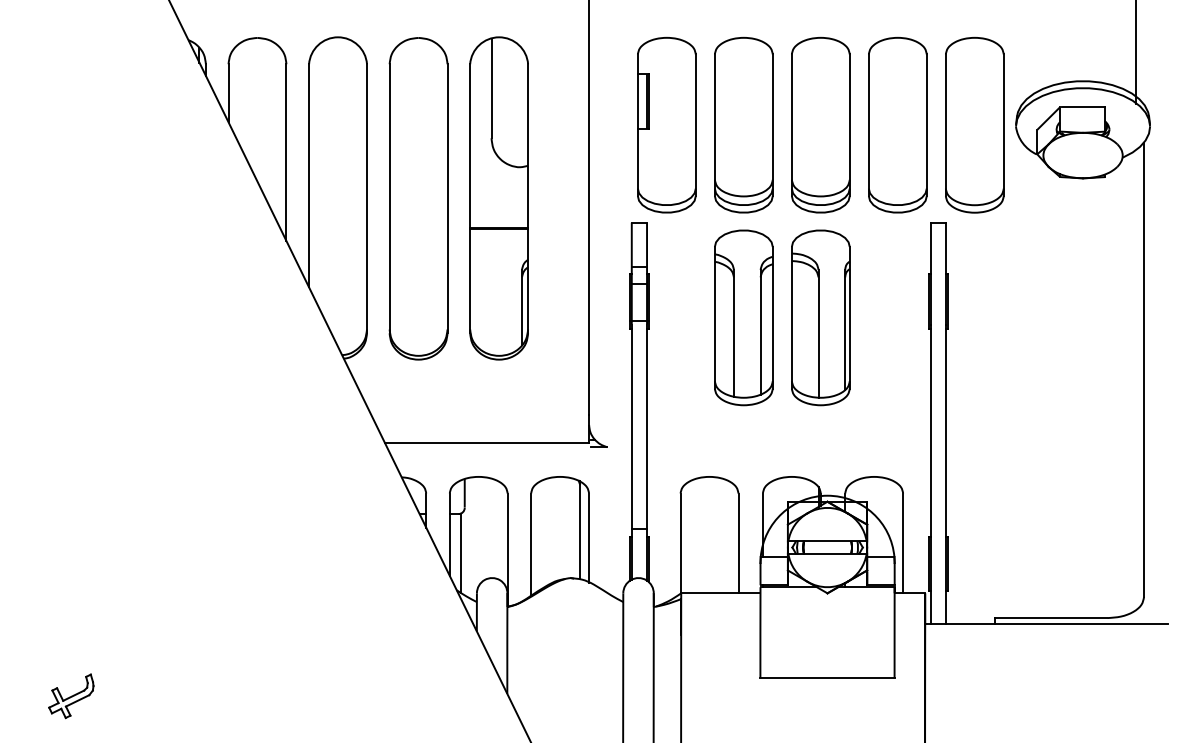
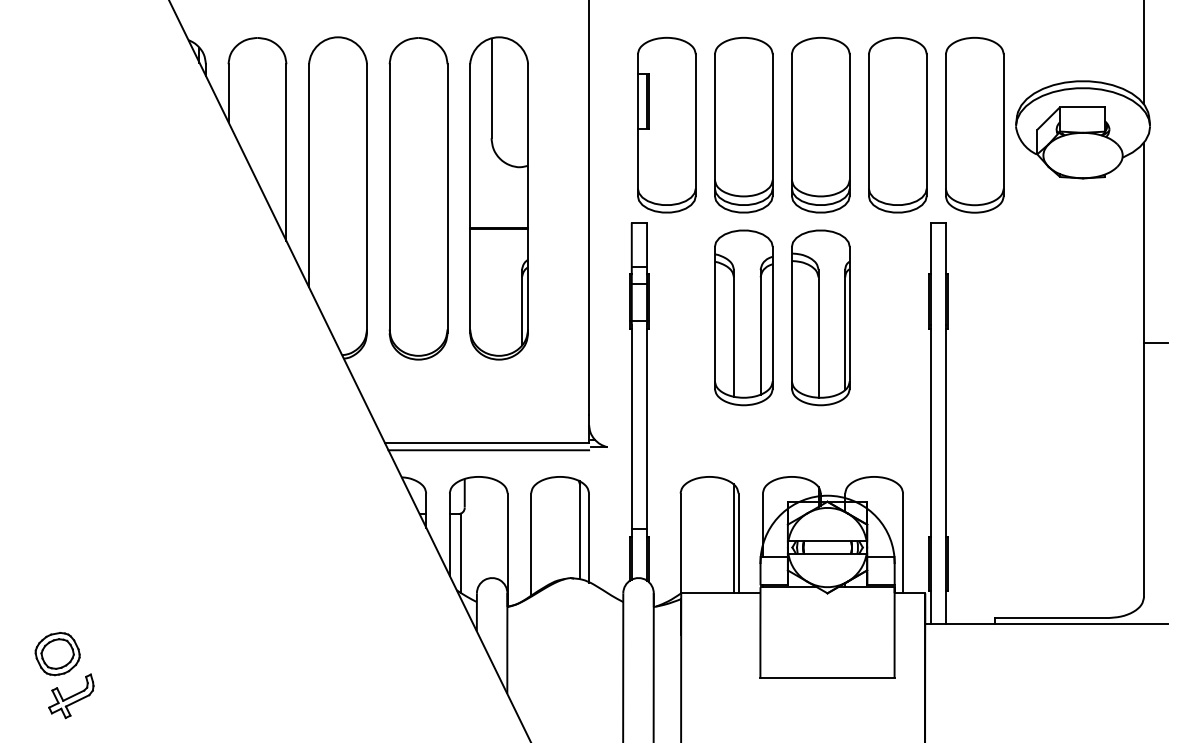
line at (1136, 53) position: (1136, 53) -> (1144, 53)
line at (1156, 343): none -> present
line at (488, 450): none -> present
line at (733, 538): none -> present
part at (57, 654): none -> present
